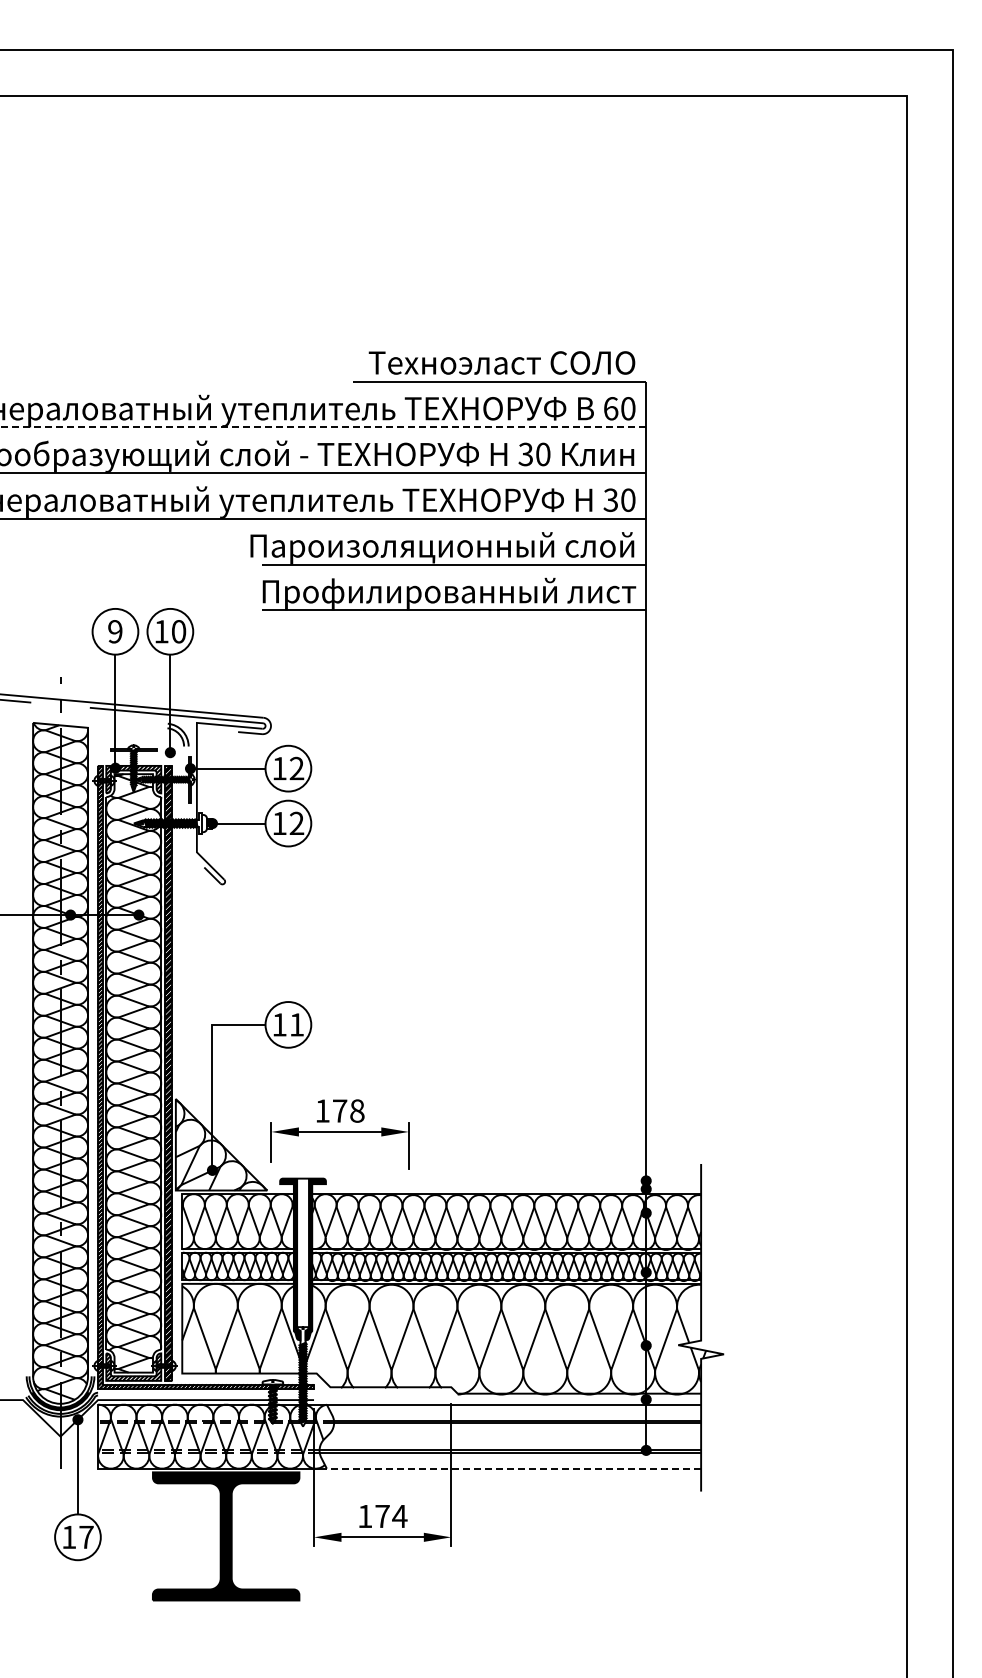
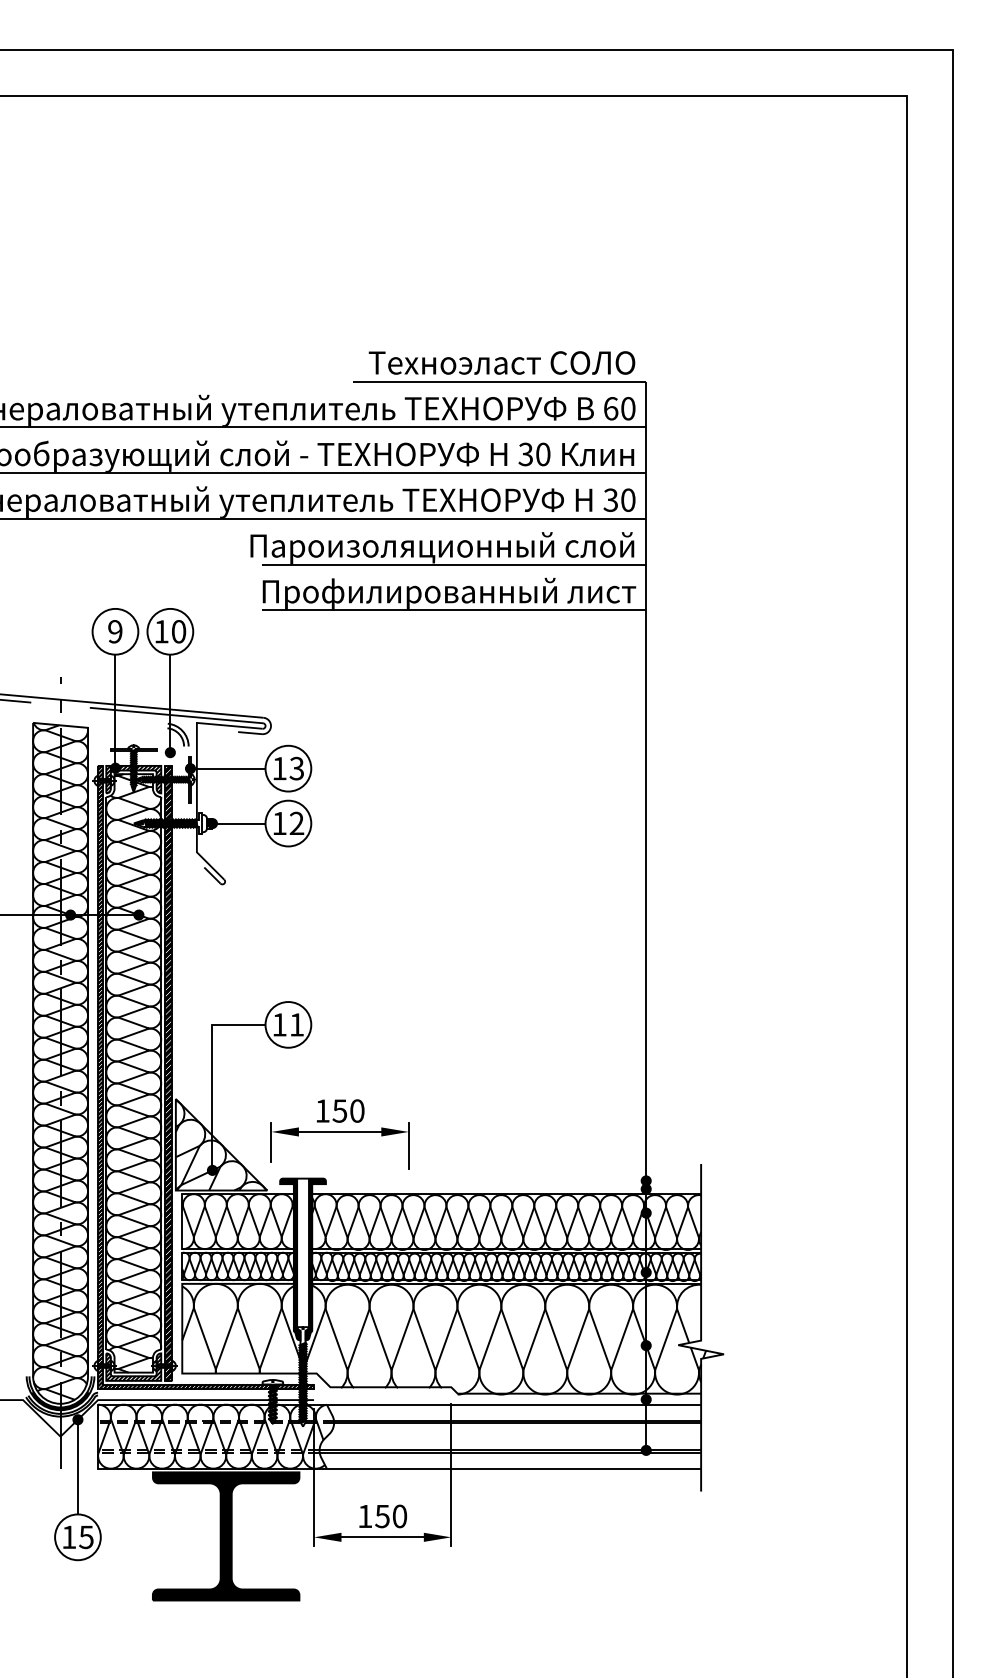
line at (323, 427): dashed -> solid
text at (296, 768): 12 -> 13
text at (348, 1110): 178 -> 150
line at (513, 1468): dashed -> solid
text at (391, 1516): 174 -> 150
text at (86, 1537): 17 -> 15
